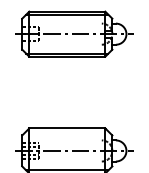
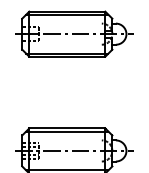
line at (67, 131): none -> present
